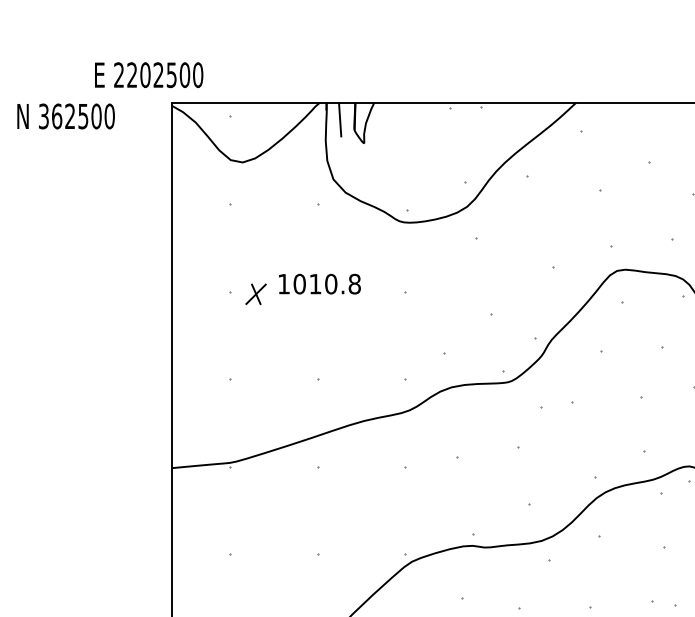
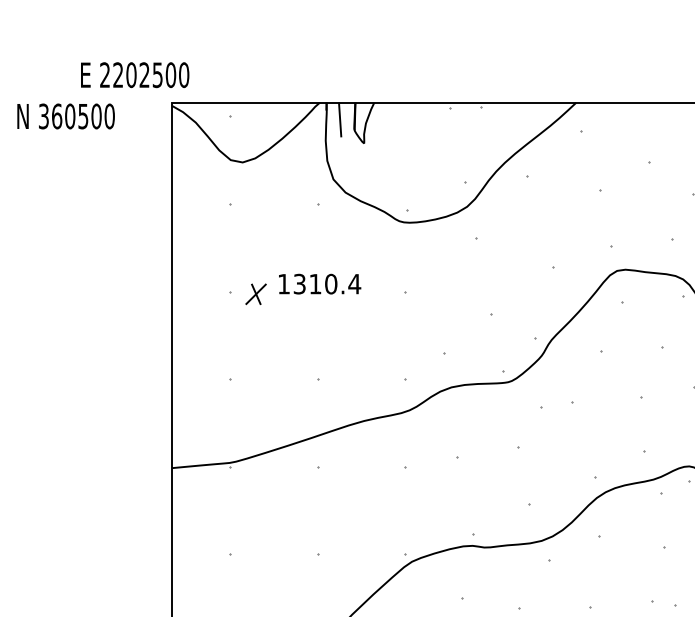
text at (149, 75) position: (149, 75) -> (135, 75)
text at (70, 116): 362500 -> 360500
text at (327, 283): 1010.8 -> 1310.4
